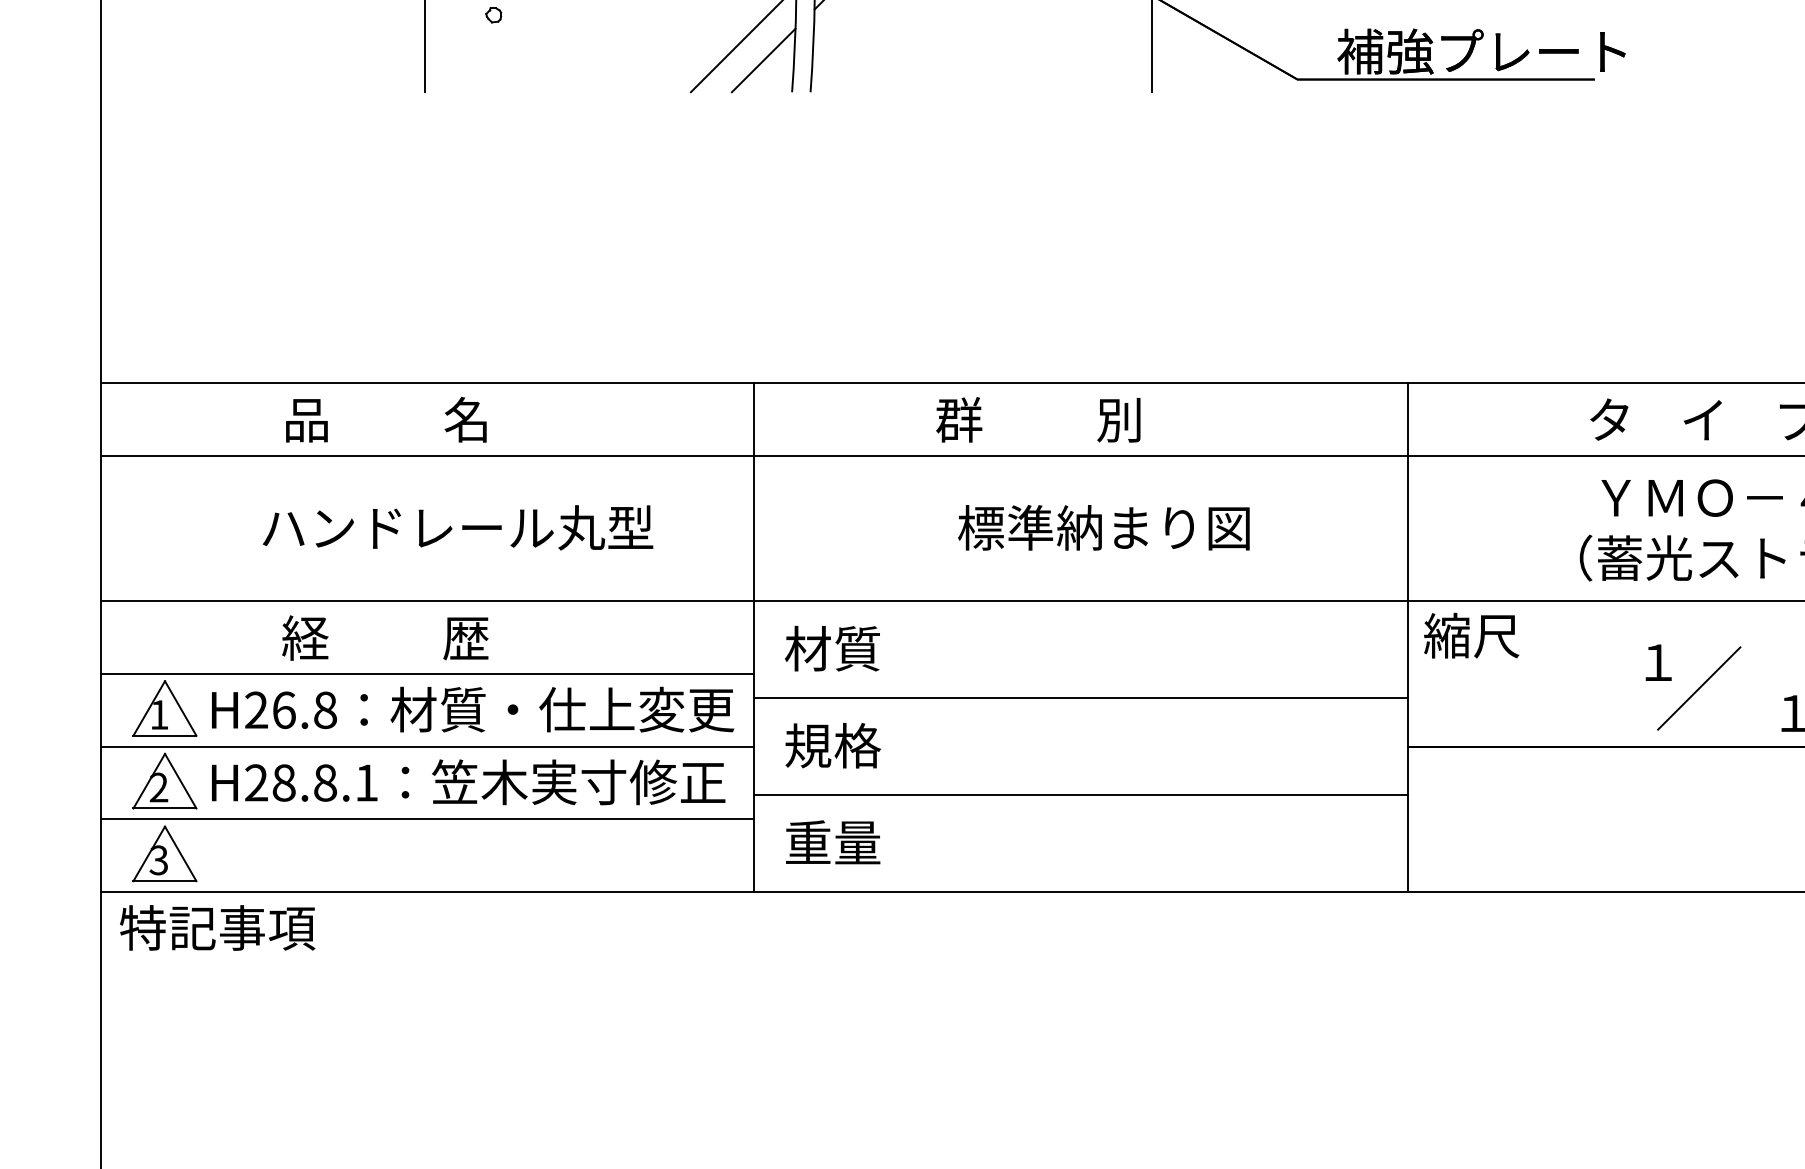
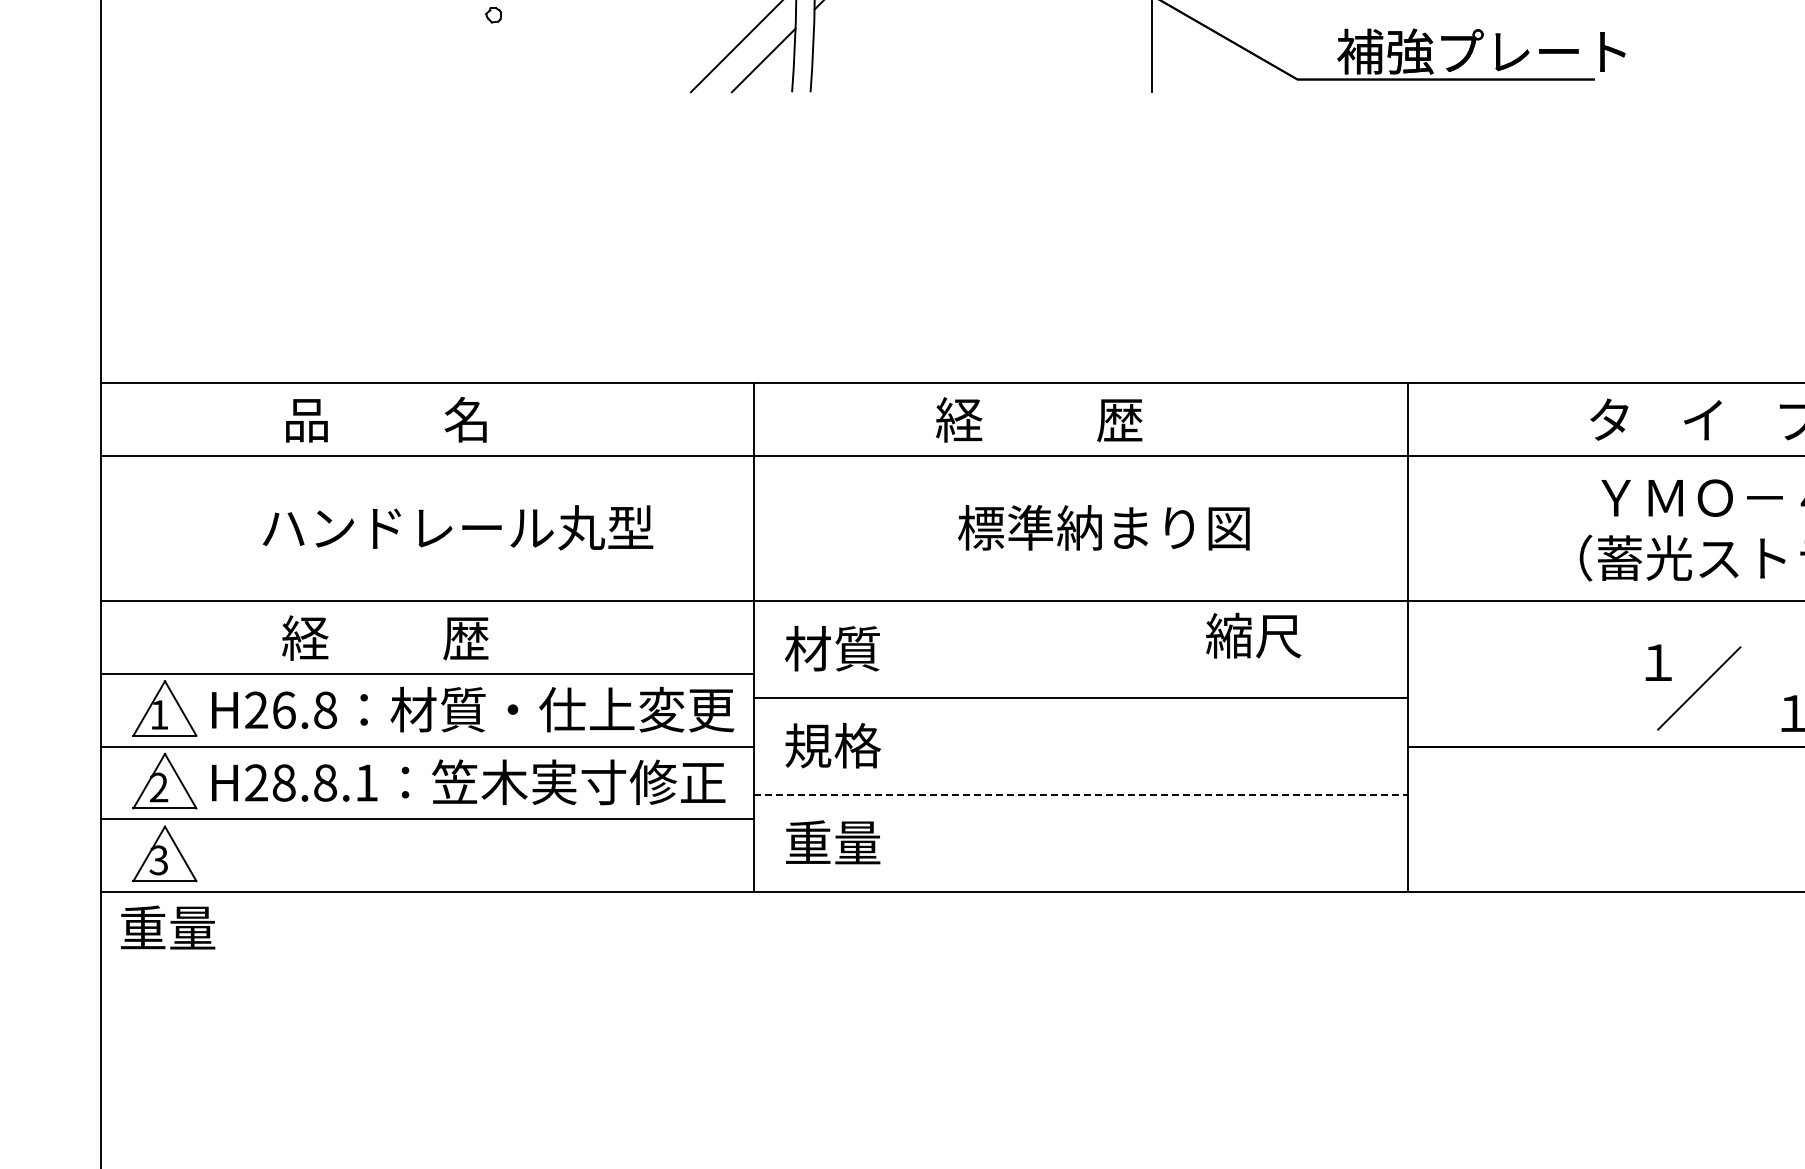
line at (424, 47): present -> none
text at (1039, 419): 群          別 -> 経          歴
text at (1471, 635) position: (1471, 635) -> (1253, 635)
line at (1081, 795): solid -> dashed
text at (217, 927): 特記事項 -> 重量
